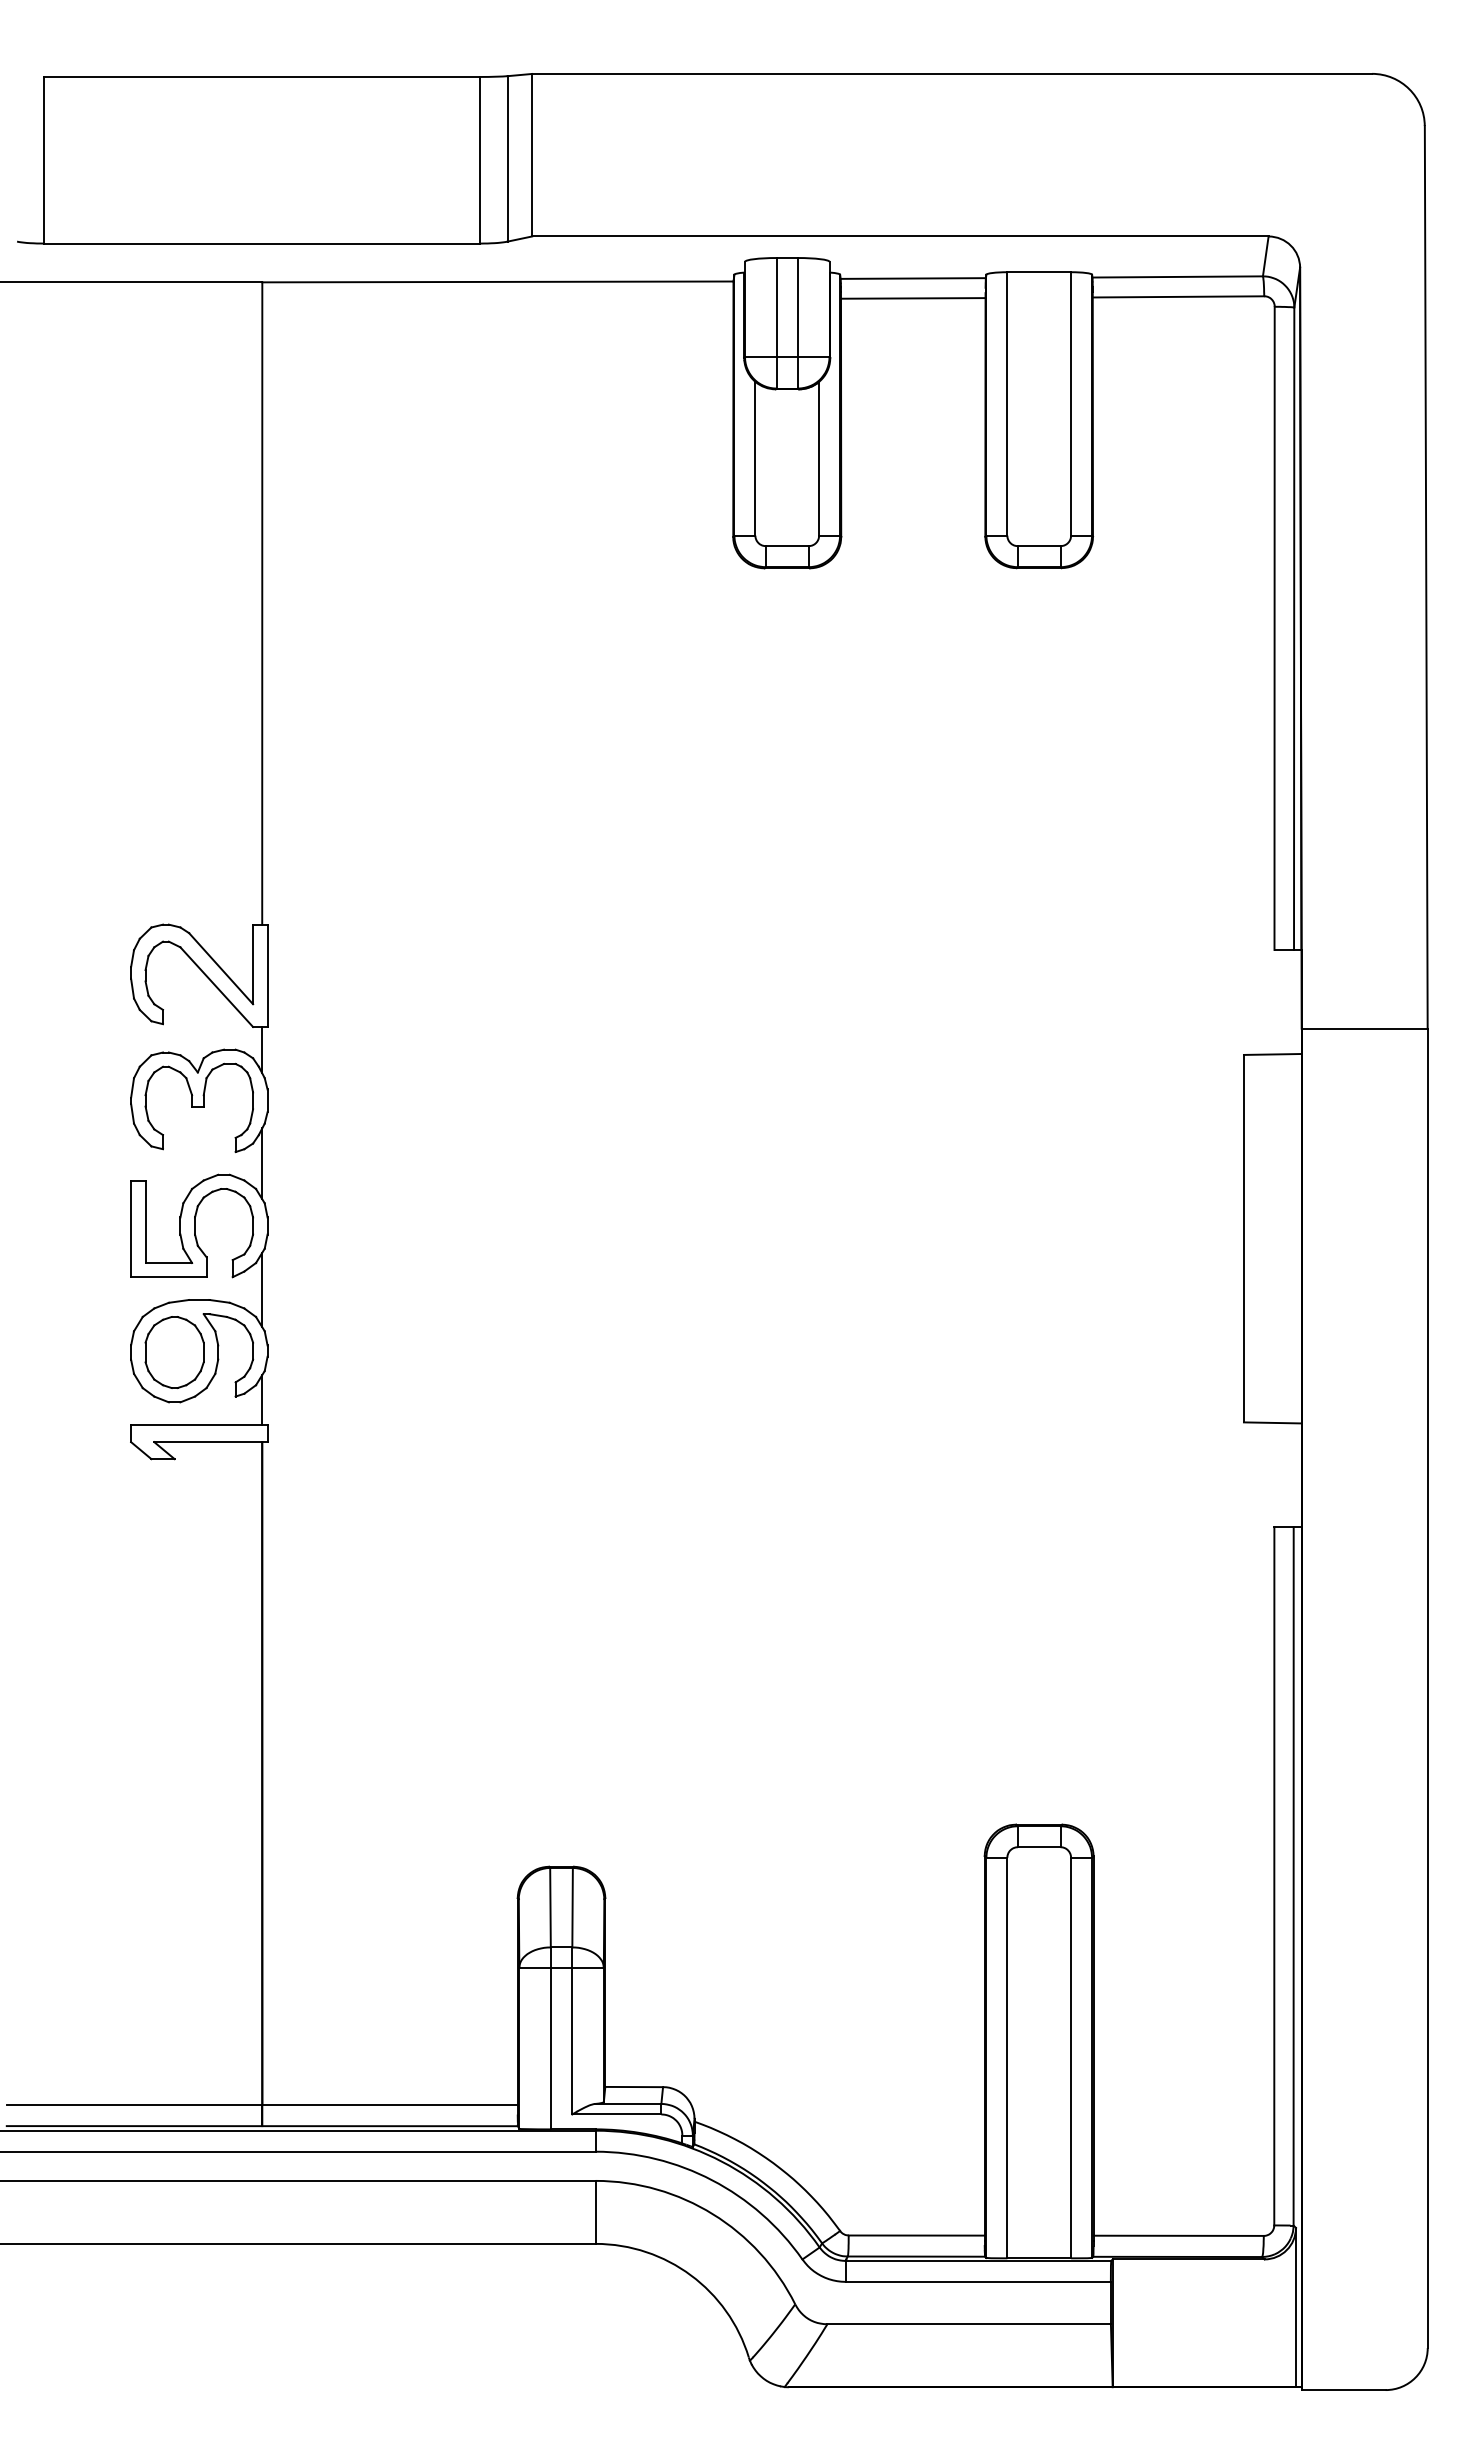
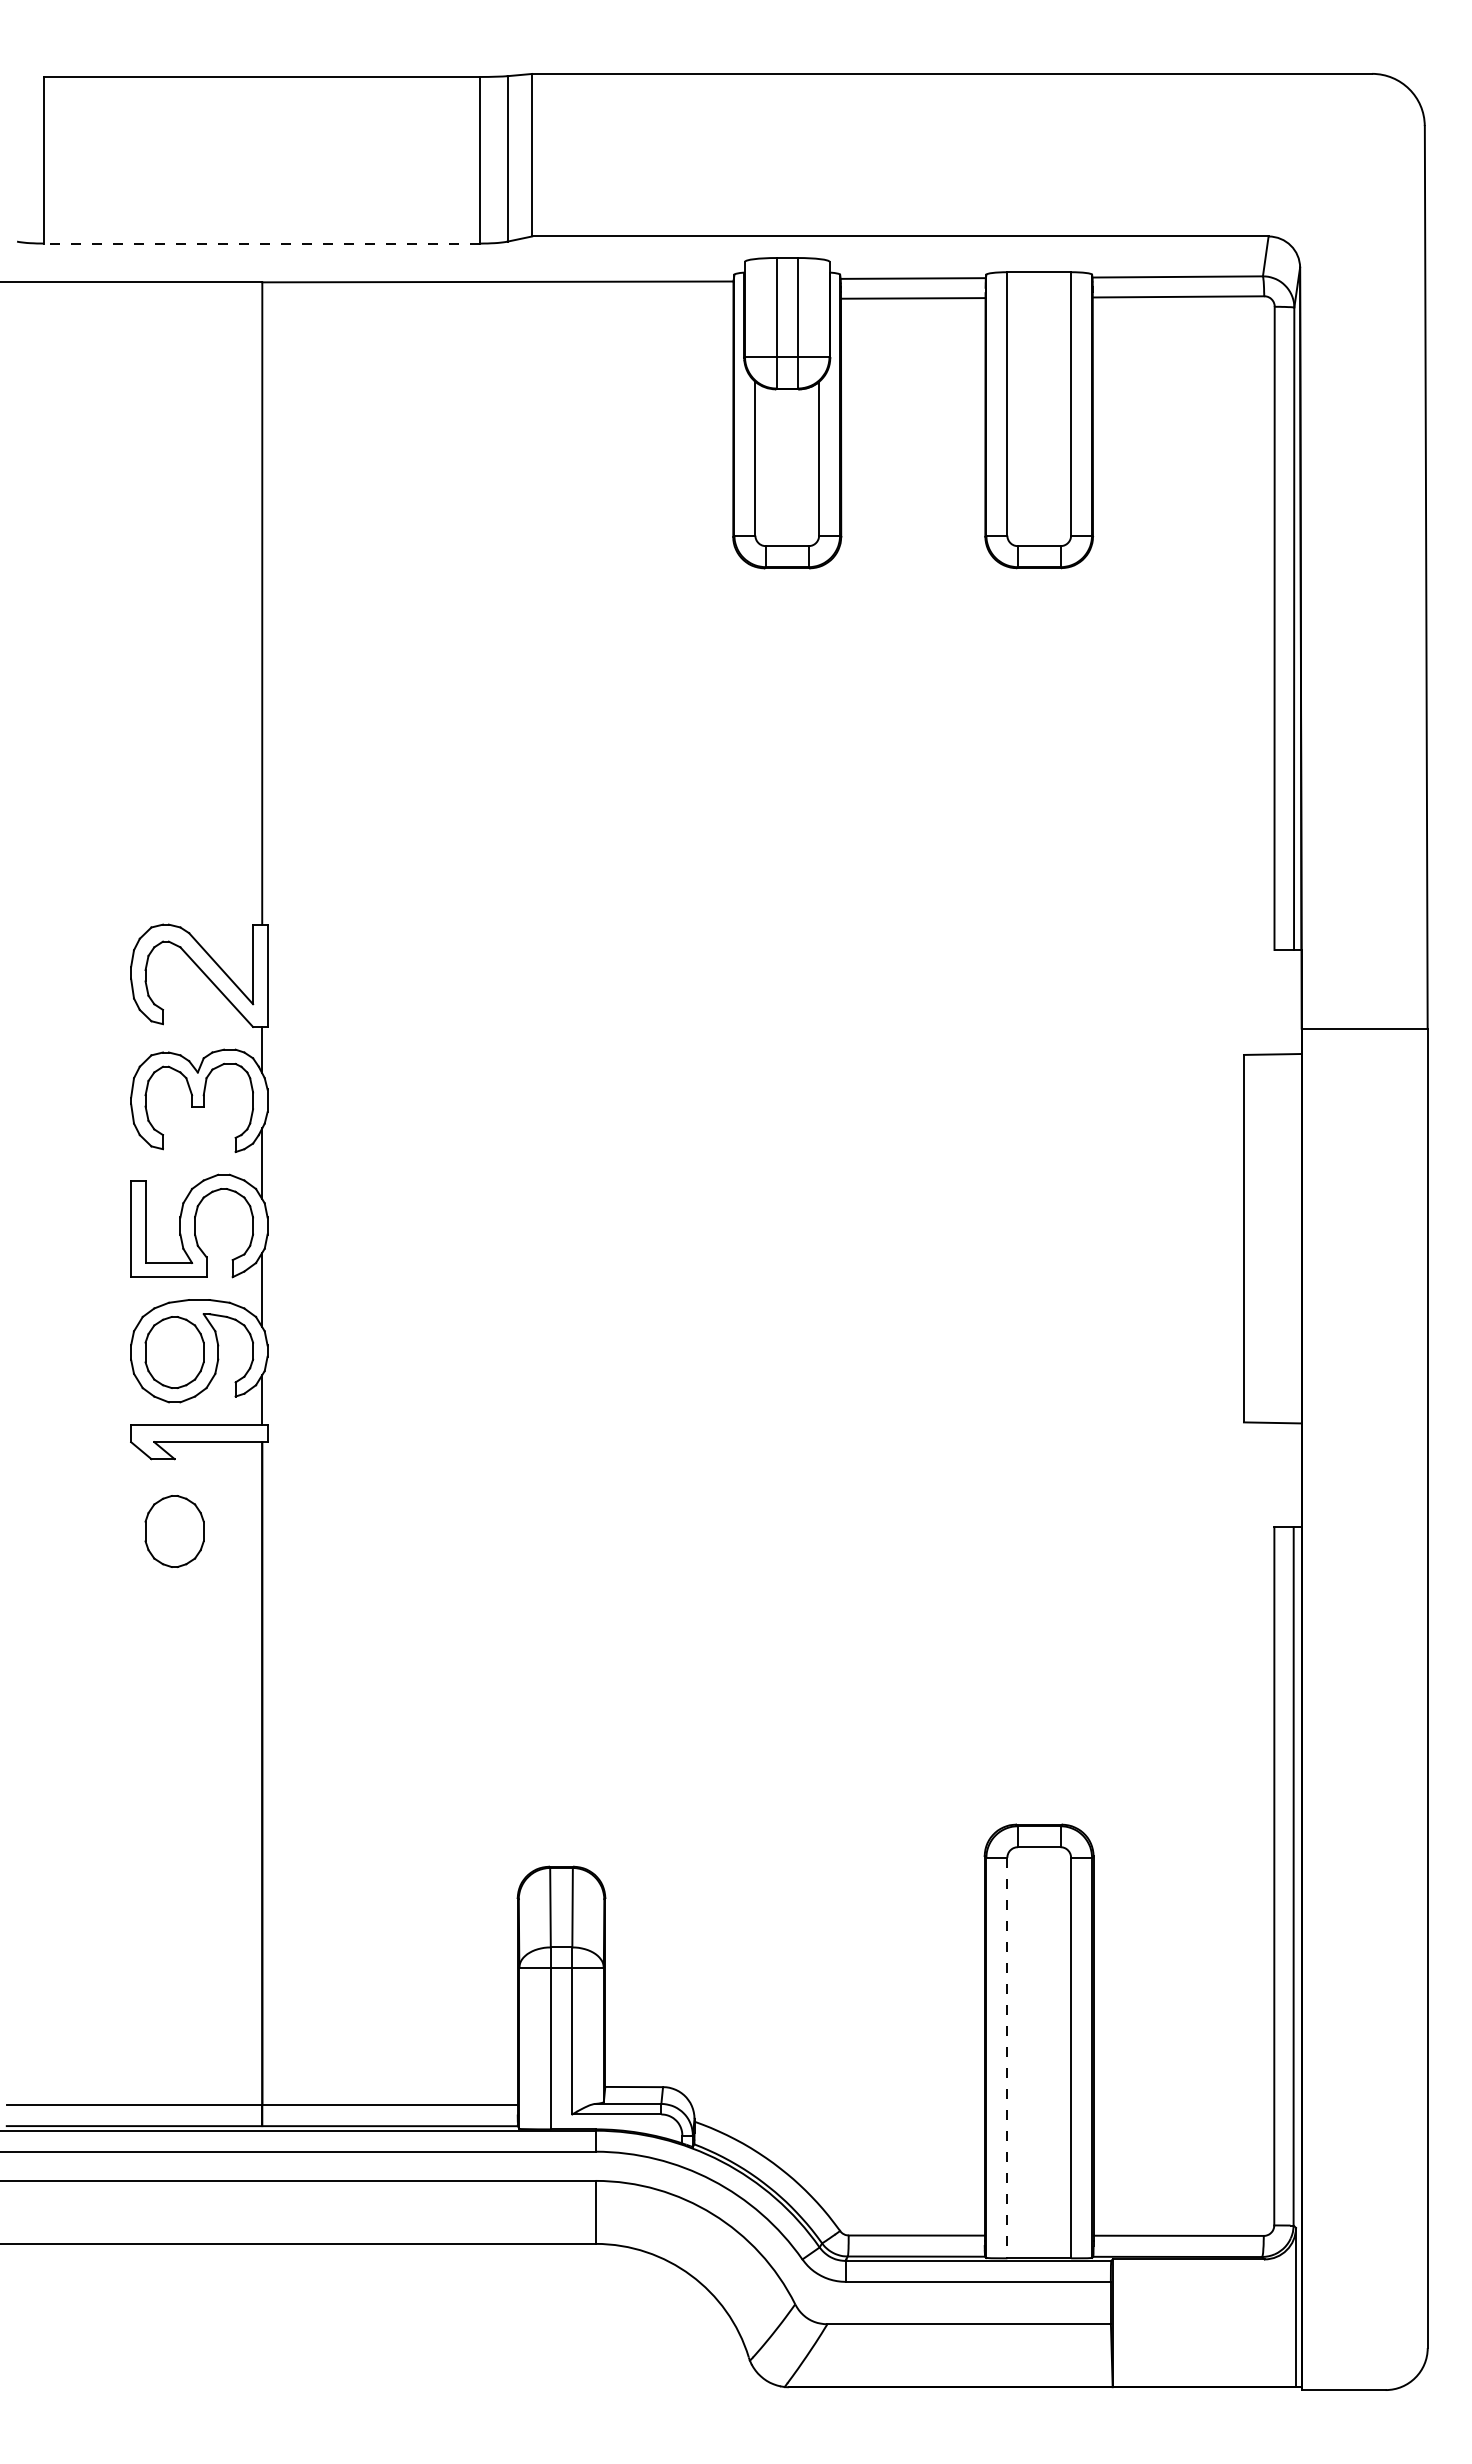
line at (261, 243): solid -> dashed
part at (174, 1531): none -> present
line at (1007, 2058): solid -> dashed
